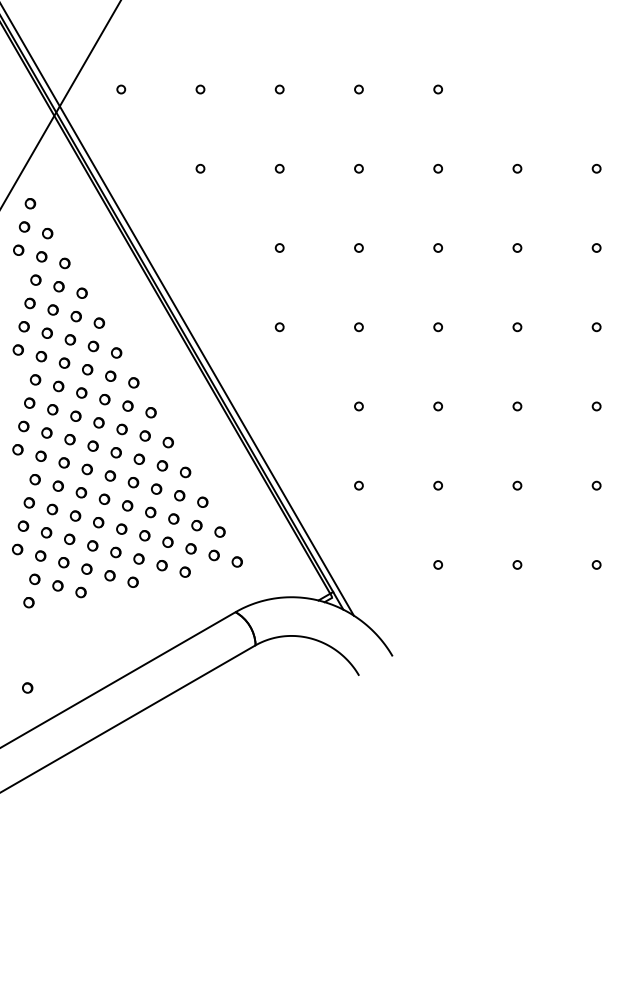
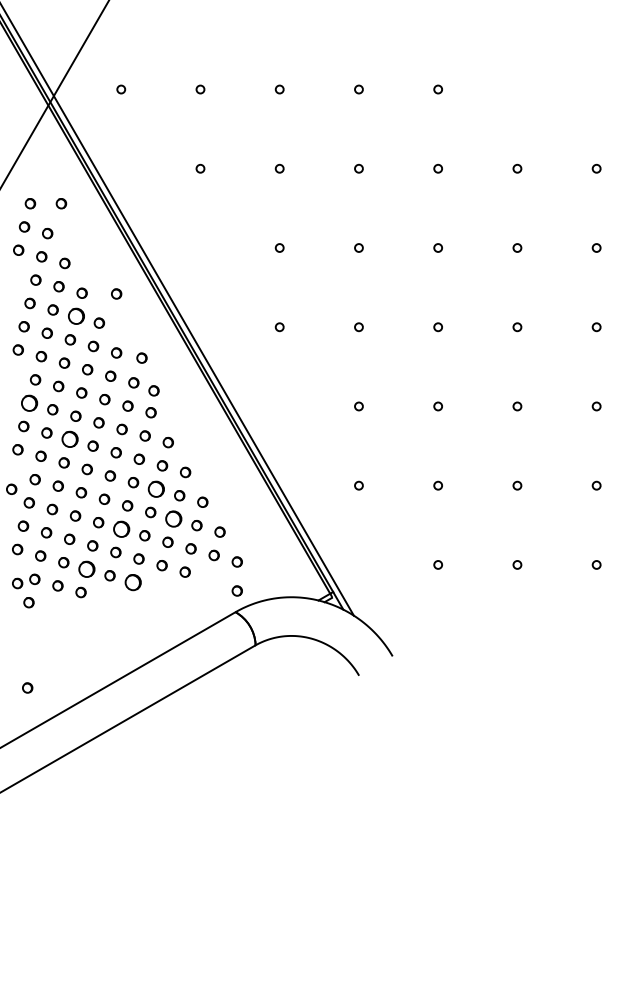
line at (61, 103) position: (61, 103) -> (55, 93)
part at (61, 203): none -> present
part at (116, 293): none -> present
circle at (75, 316) size: 12x12 px -> 17x18 px
part at (141, 357): none -> present
part at (153, 390): none -> present
part at (29, 402) size: 12x12 px -> 18x18 px
circle at (69, 439) size: 12x12 px -> 18x18 px
part at (11, 488): none -> present
part at (156, 488) size: 12x12 px -> 18x18 px
part at (173, 518) size: 12x12 px -> 18x18 px
part at (121, 528) size: 12x12 px -> 18x18 px
part at (86, 568) size: 12x12 px -> 18x18 px
part at (132, 581) size: 12x12 px -> 18x18 px
part at (17, 583): none -> present
circle at (236, 590): none -> present
